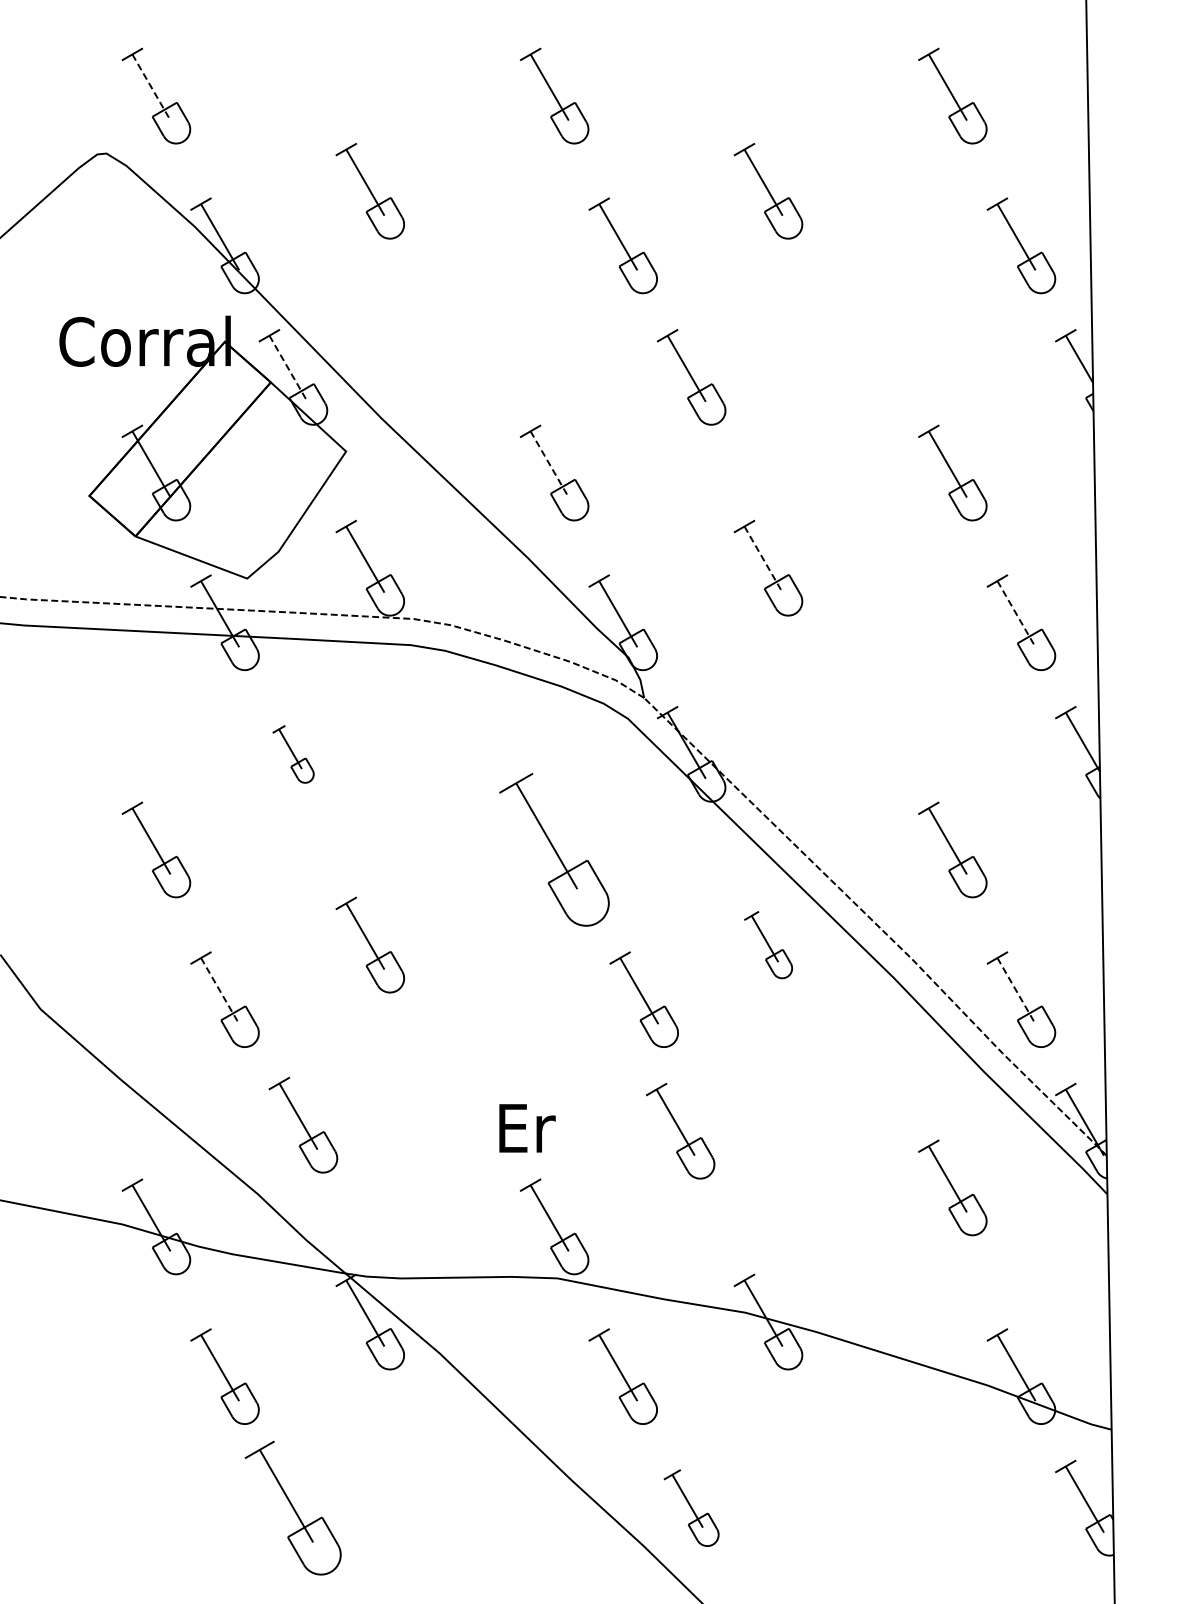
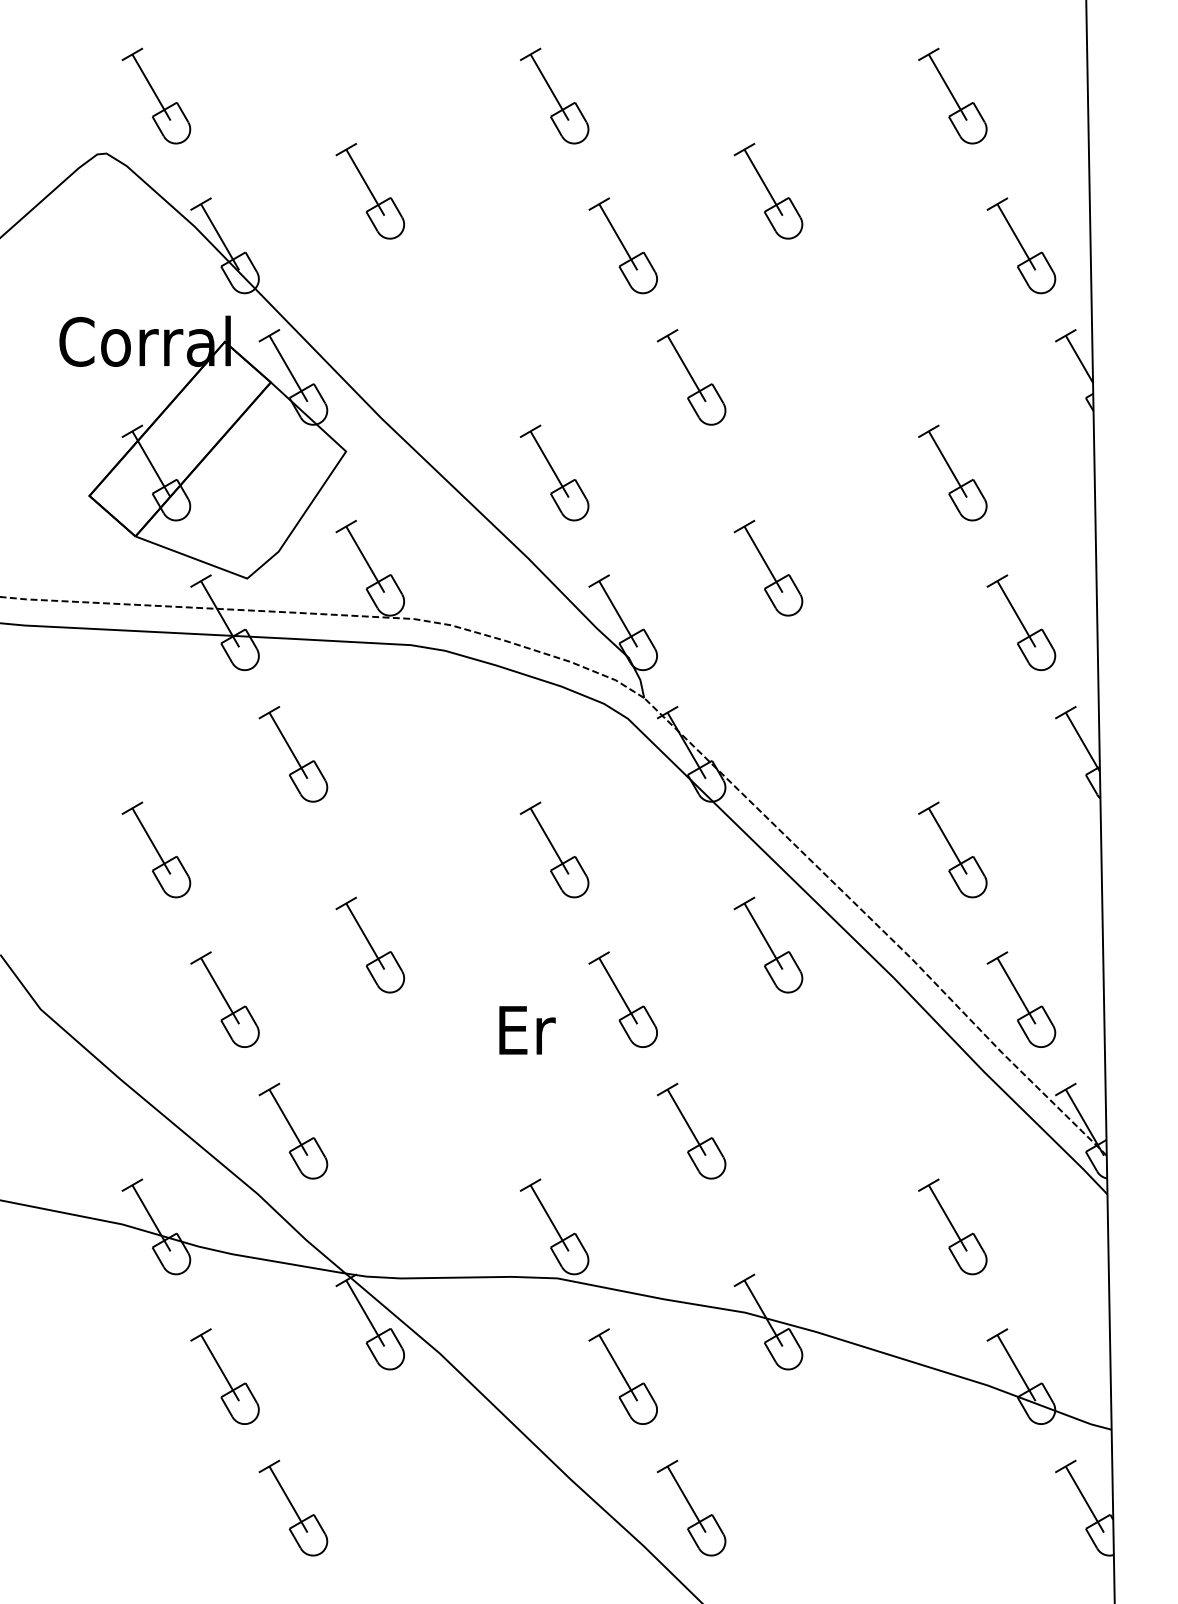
line at (151, 87): dashed -> solid
line at (288, 369): dashed -> solid
line at (549, 464): dashed -> solid
line at (763, 560): dashed -> solid
line at (1016, 614): dashed -> solid
part at (293, 754) size: 43x59 px -> 71x97 px
part at (554, 849) size: 111x154 px -> 71x98 px
part at (768, 945) size: 50x69 px -> 71x98 px
line at (220, 991): dashed -> solid
line at (1016, 991): dashed -> solid
part at (643, 999) position: (643, 999) -> (622, 999)
part at (303, 1124) position: (303, 1124) -> (293, 1130)
text at (527, 1128) position: (527, 1128) -> (527, 1030)
part at (680, 1130) position: (680, 1130) -> (691, 1130)
part at (952, 1187) position: (952, 1187) -> (952, 1226)
part at (292, 1507) size: 98x136 px -> 71x98 px
part at (691, 1507) size: 57x78 px -> 71x98 px
